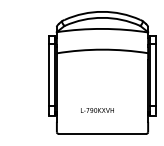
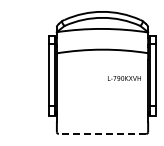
text at (97, 110) position: (97, 110) -> (124, 78)
line at (102, 133): solid -> dashed
